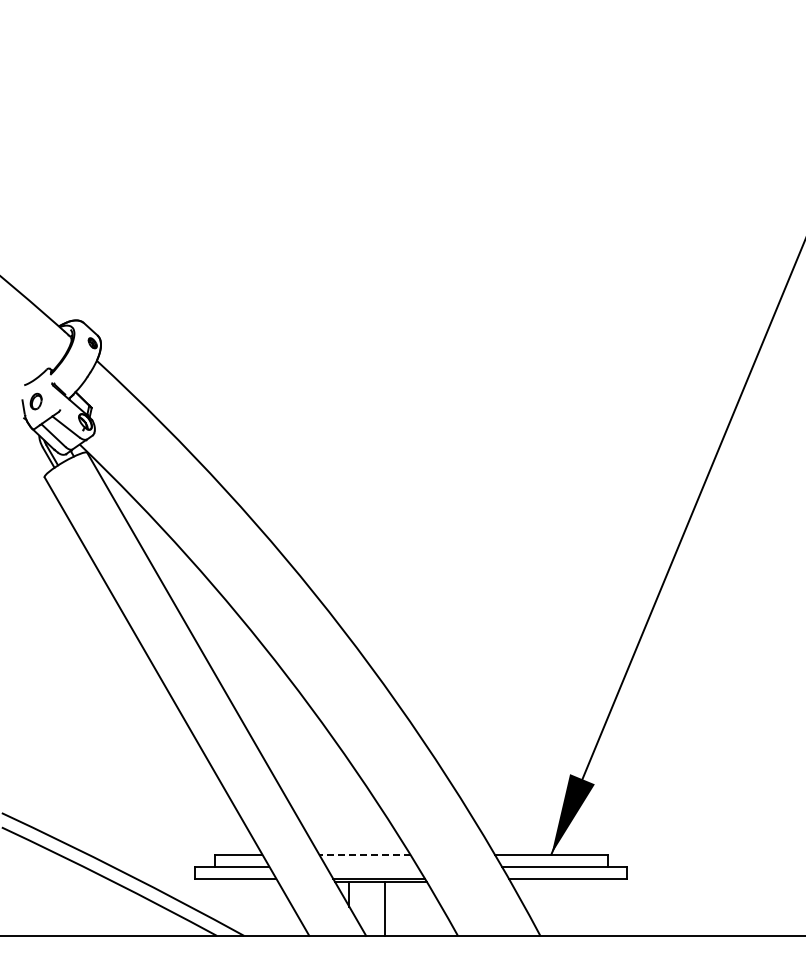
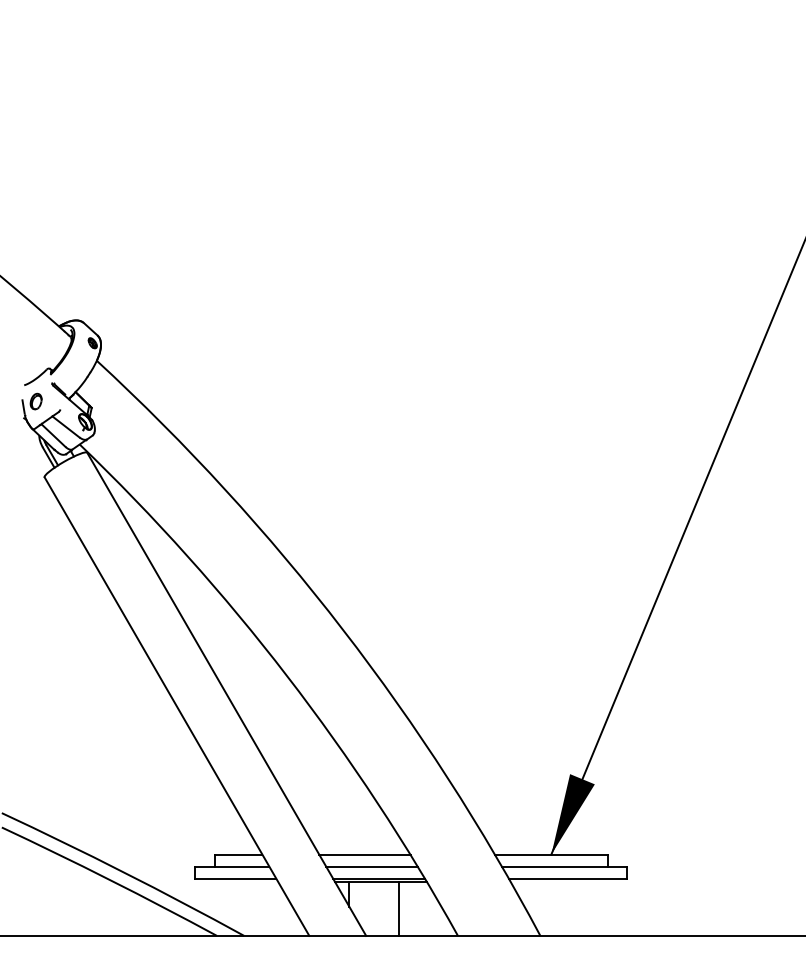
line at (364, 854): dashed -> solid
line at (372, 866): none -> present
line at (384, 908) position: (384, 908) -> (398, 908)
